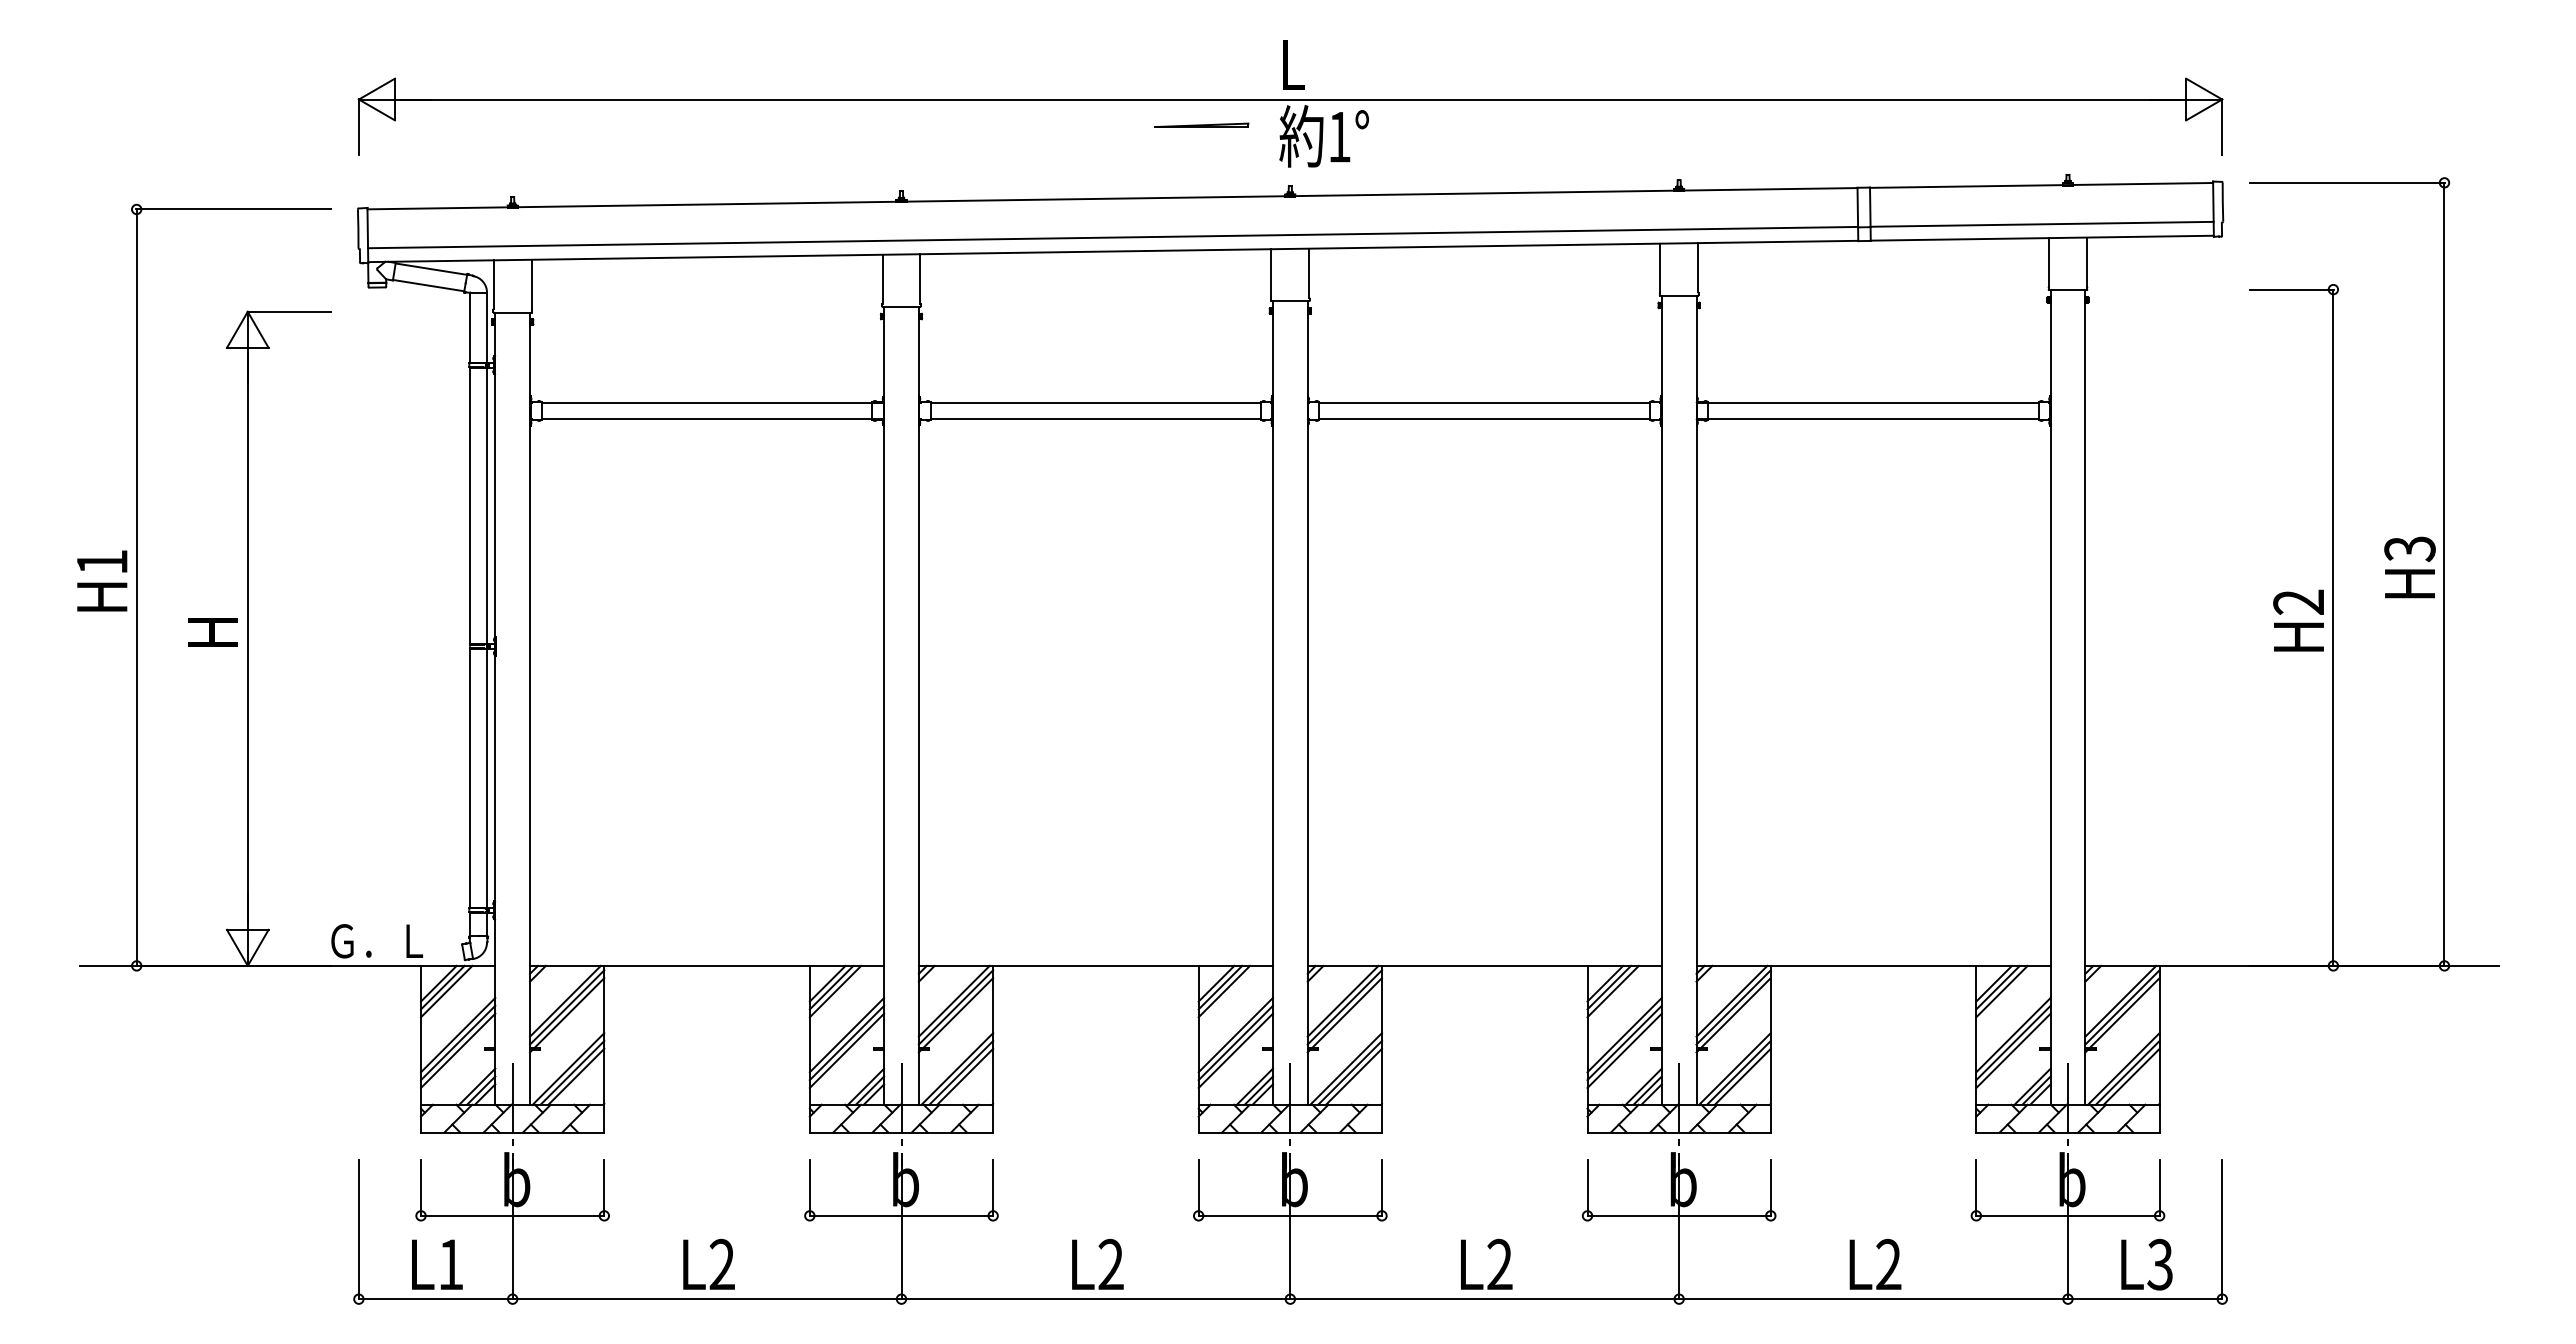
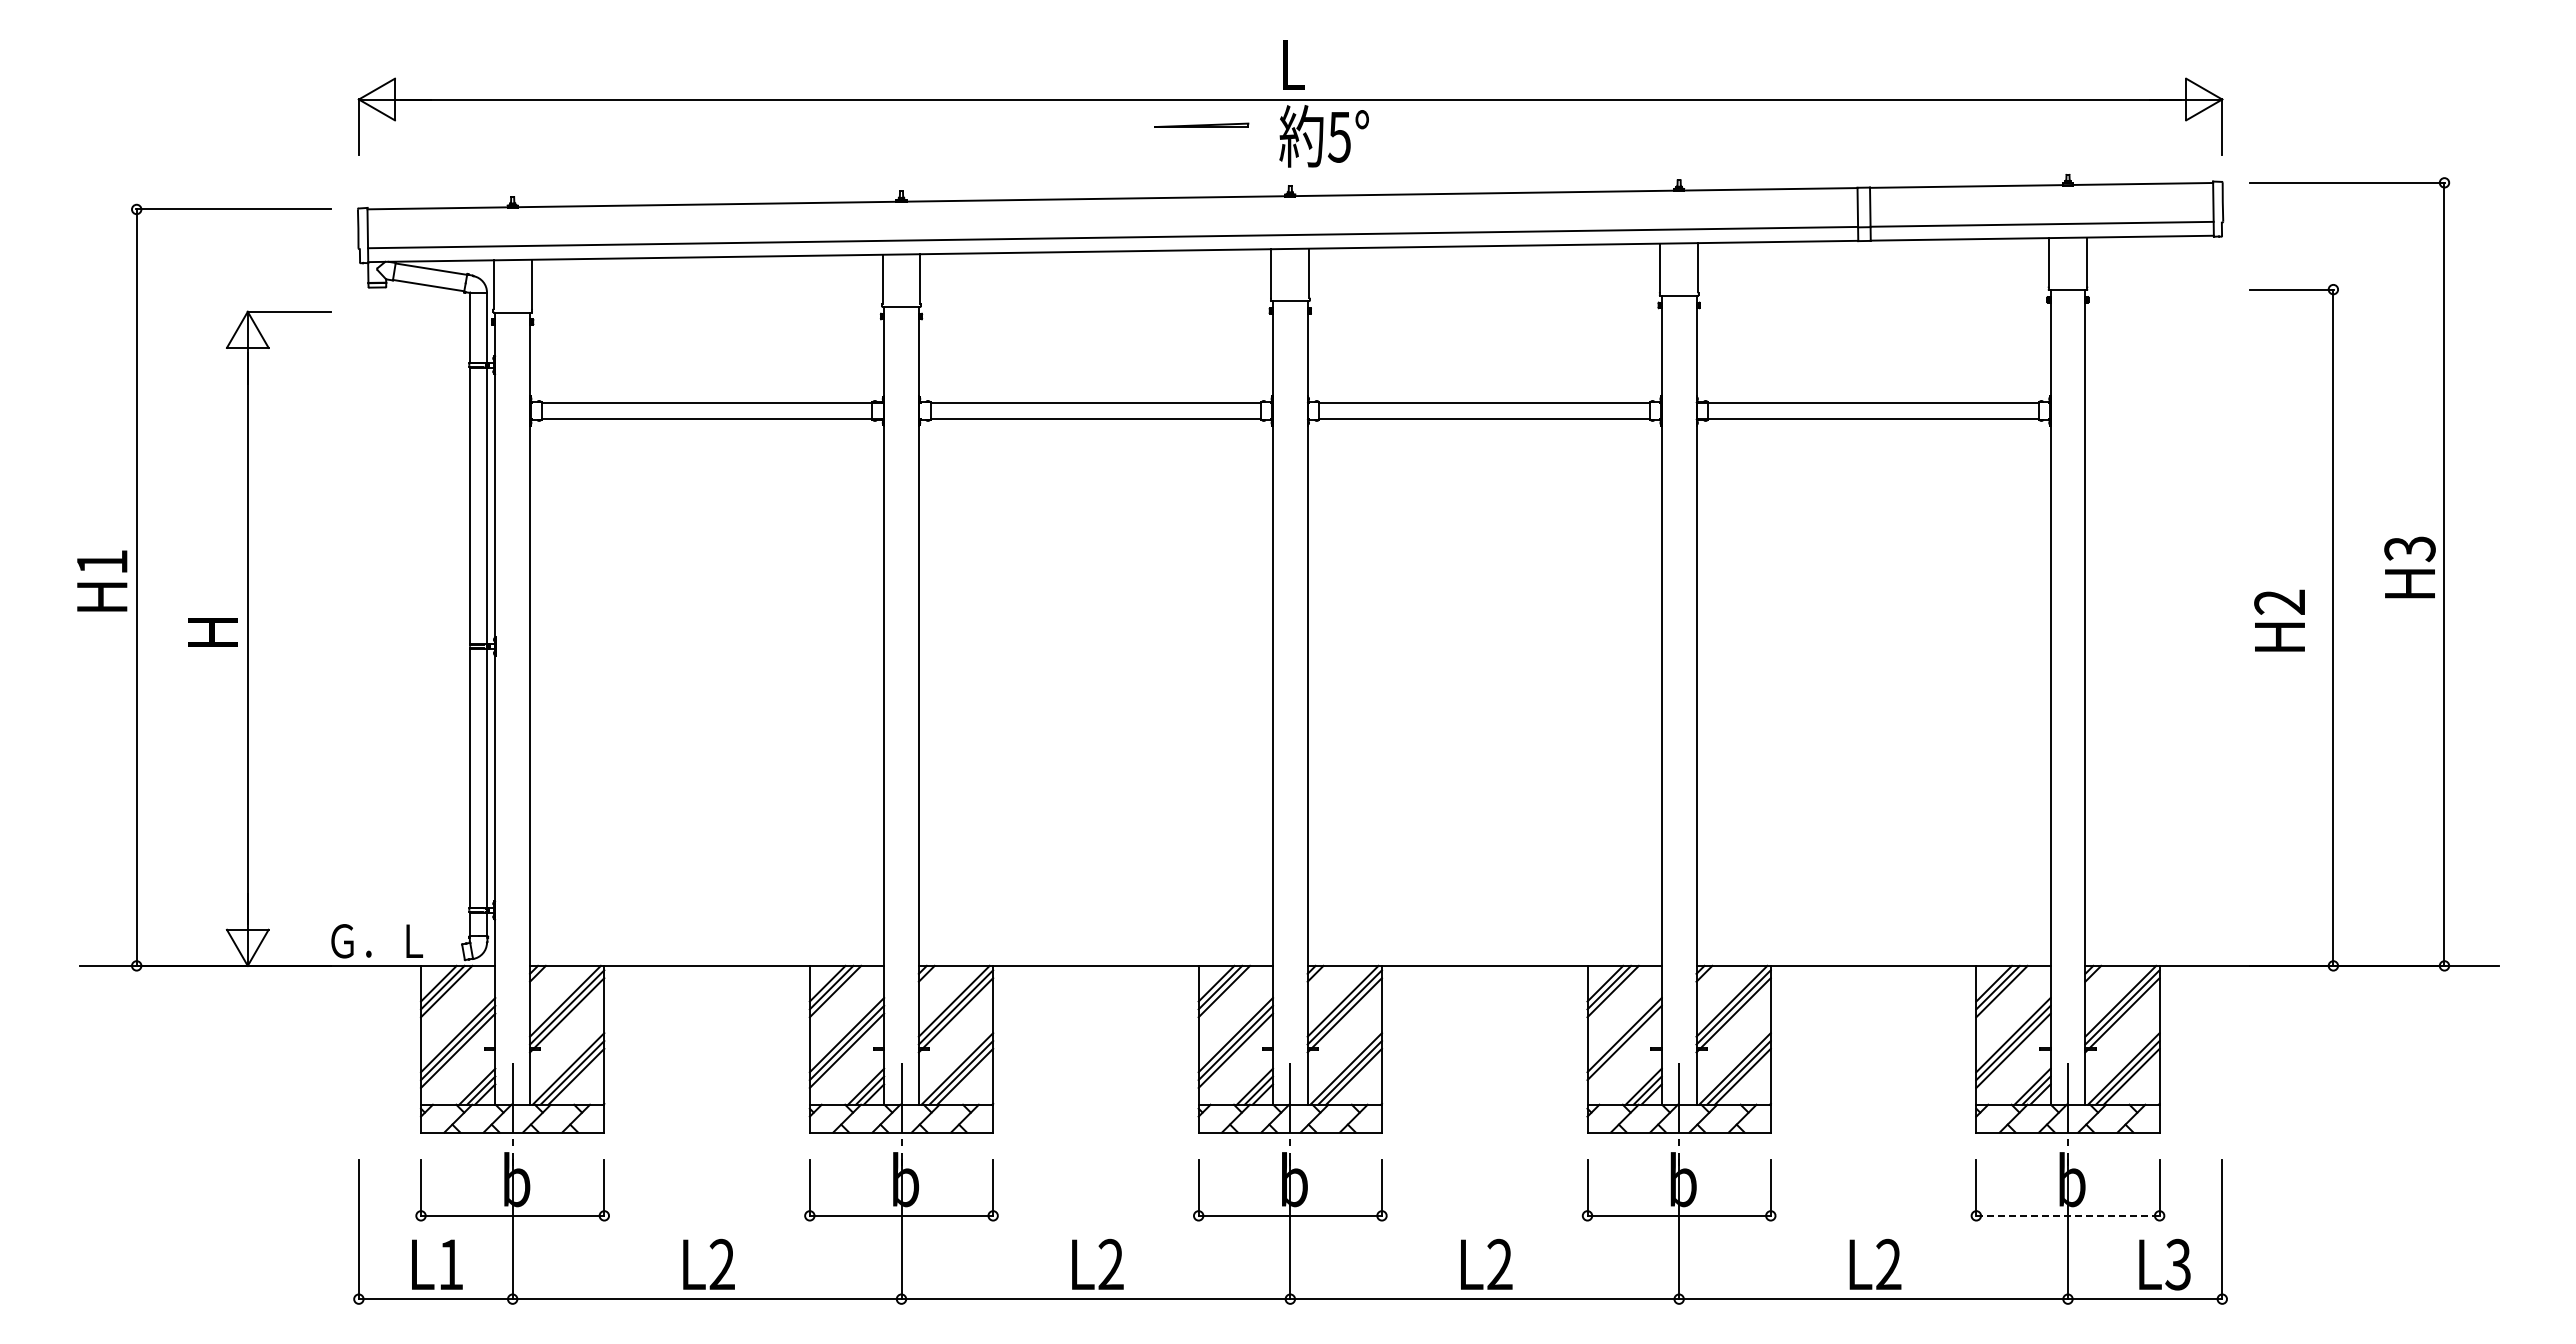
text at (1338, 137): 1° -> 5°
text at (2298, 620) position: (2298, 620) -> (2279, 620)
line at (1624, 1050): present -> none
line at (2067, 1215): solid -> dashed
text at (2146, 1264) position: (2146, 1264) -> (2164, 1264)
